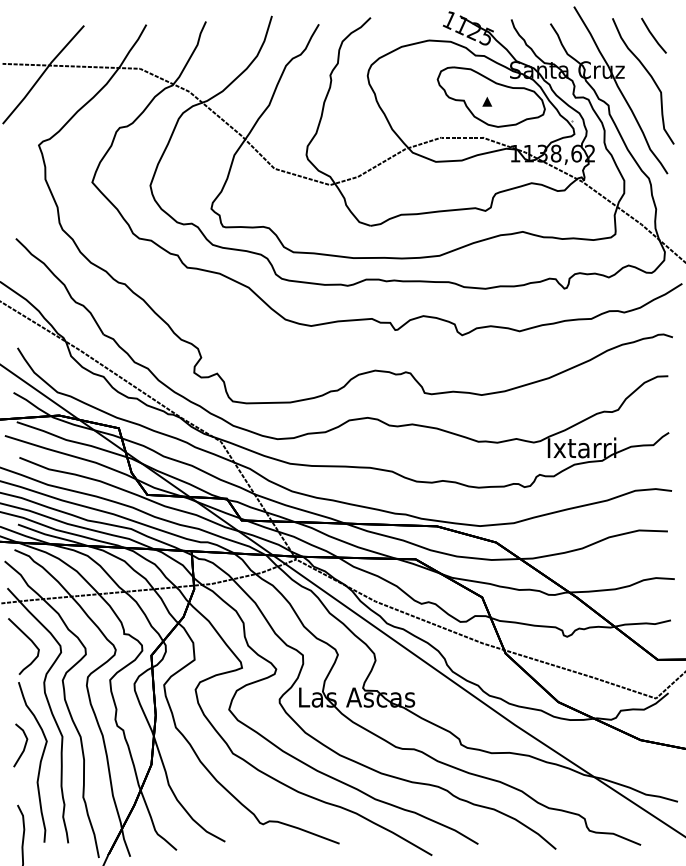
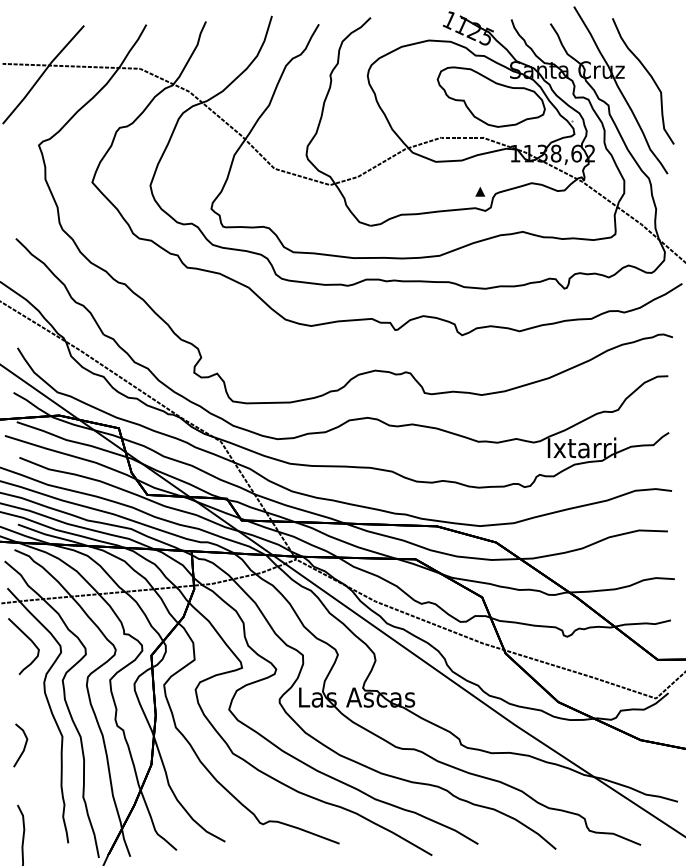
line at (653, 35): present -> none
part at (487, 101) position: (487, 101) -> (480, 191)
curve at (39, 762): present -> none
